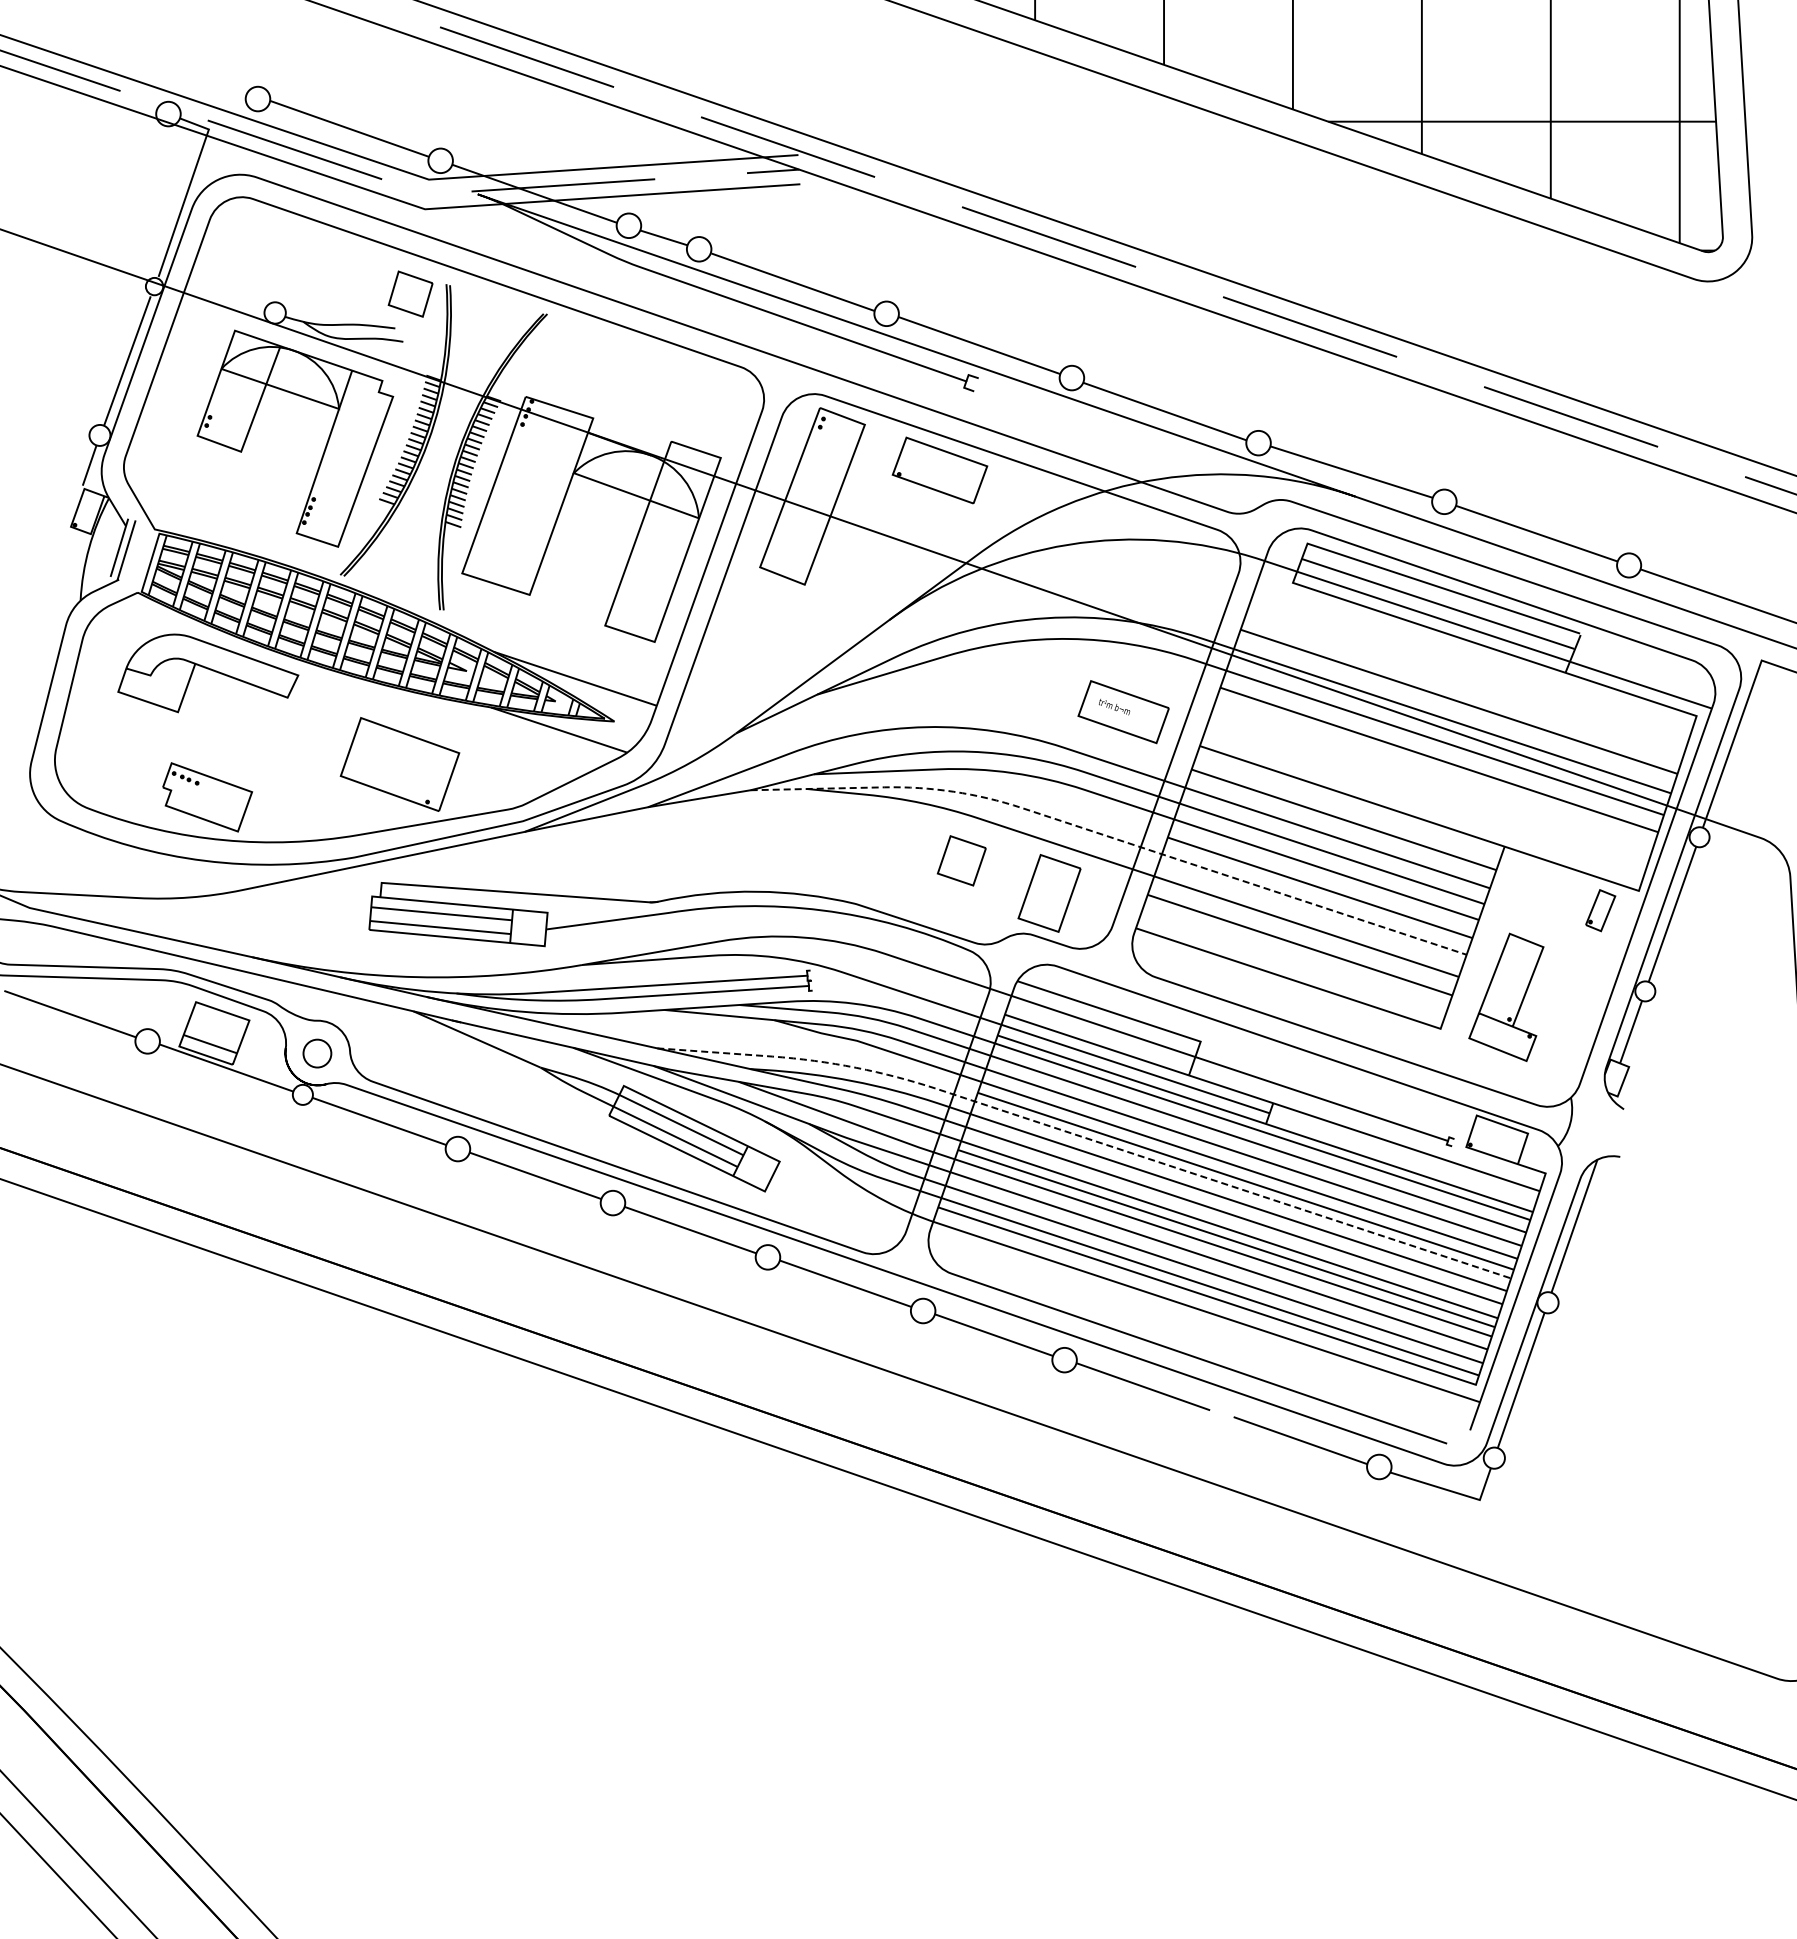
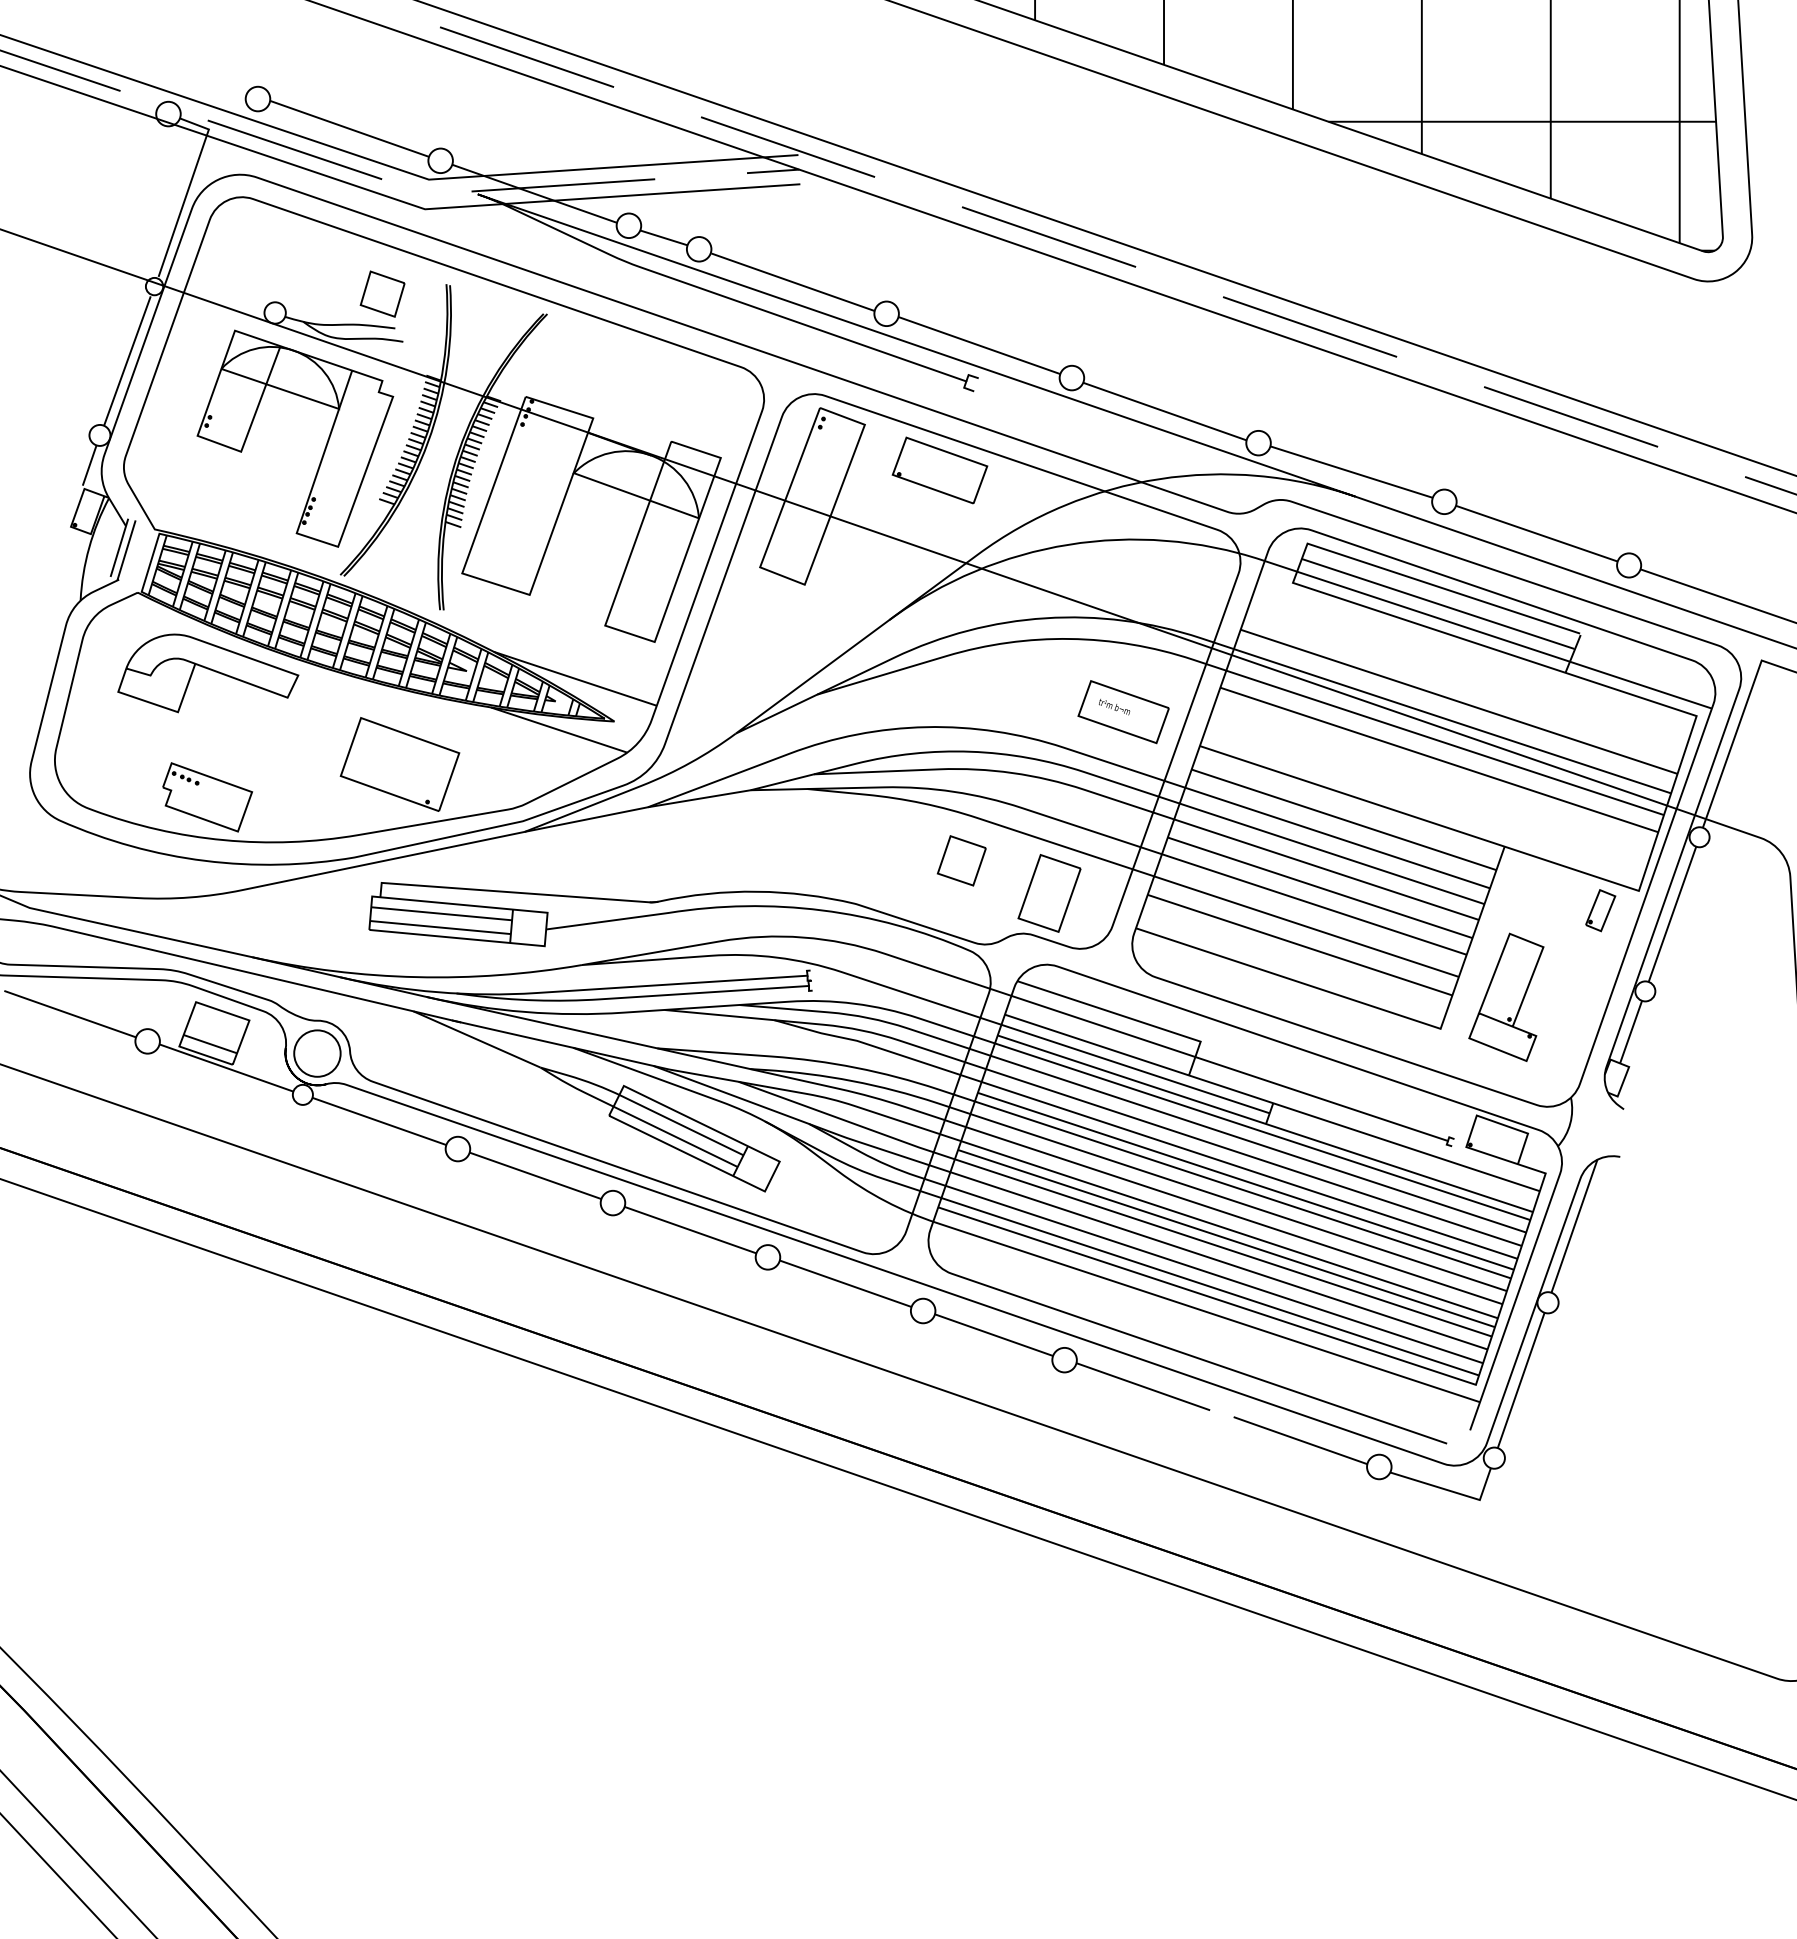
part at (410, 293) position: (410, 293) -> (382, 293)
line at (1108, 836): dashed -> solid
circle at (317, 1053) diameter: 28 px -> 46 px
line at (1082, 1136): dashed -> solid
